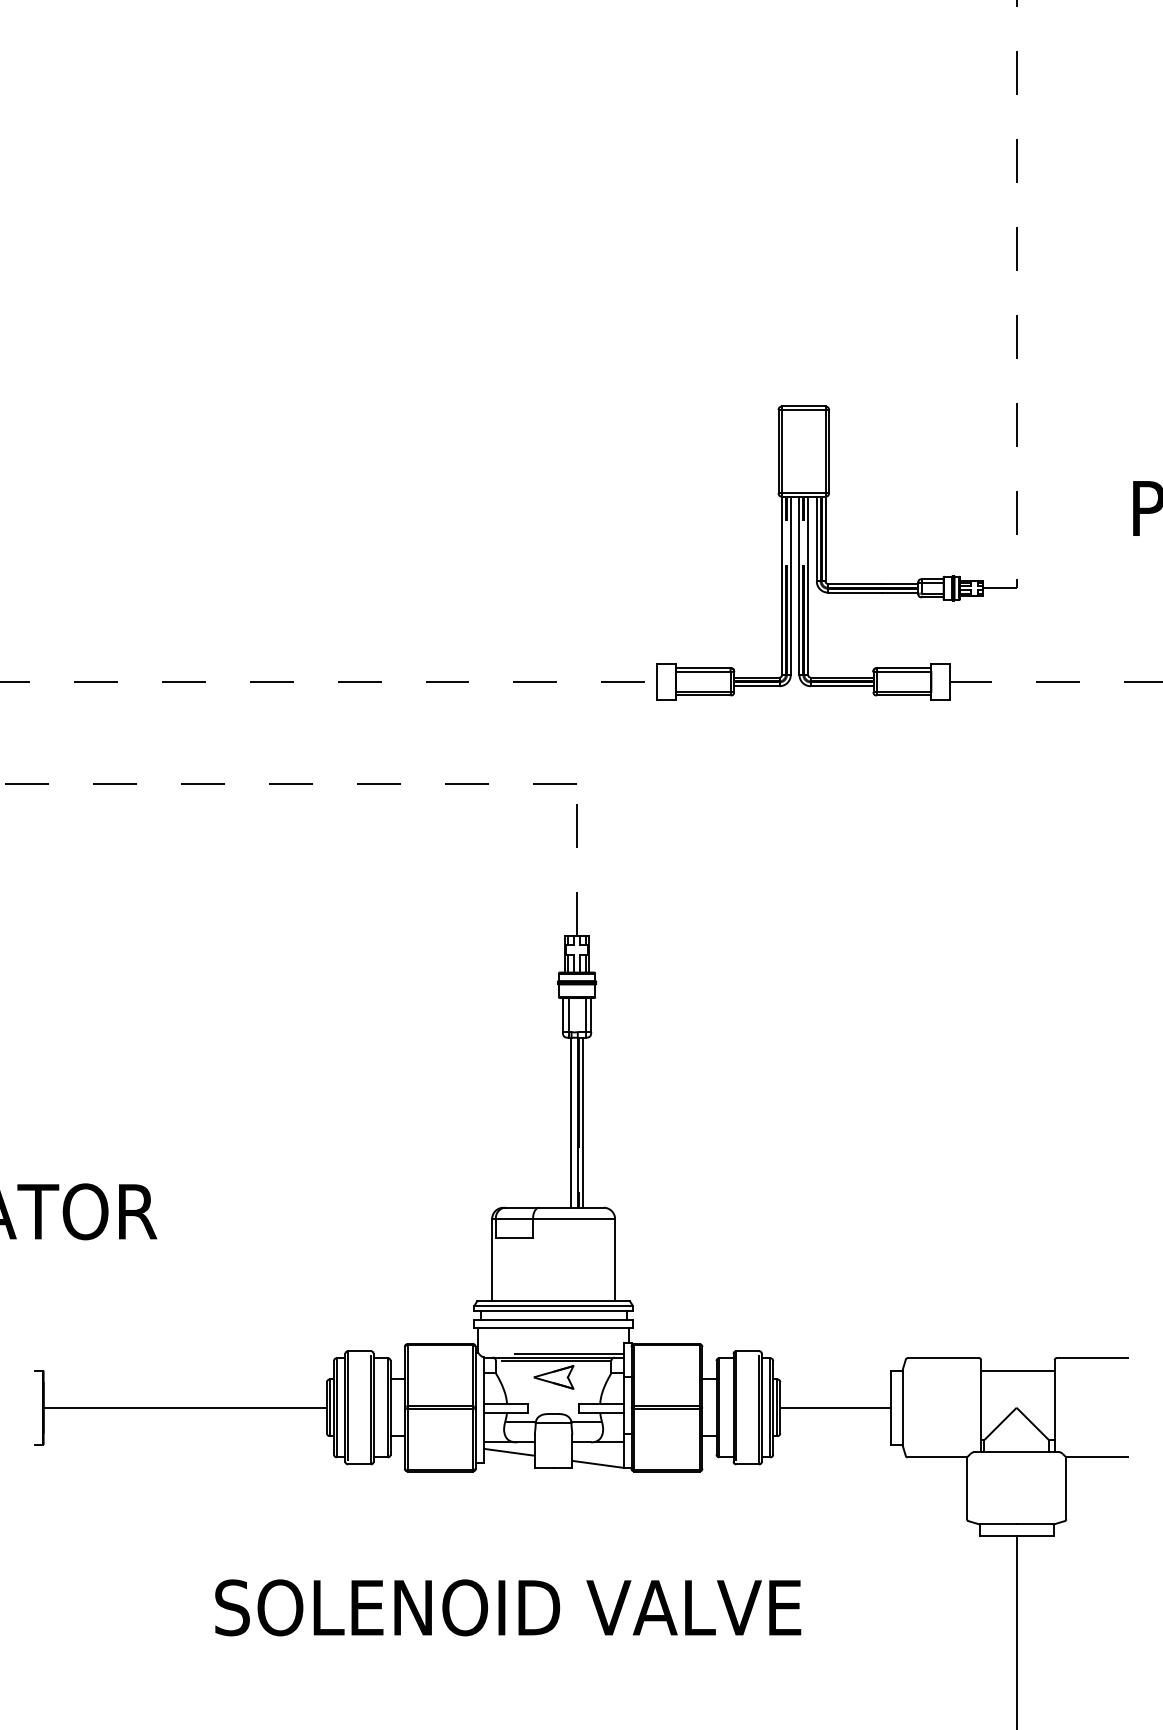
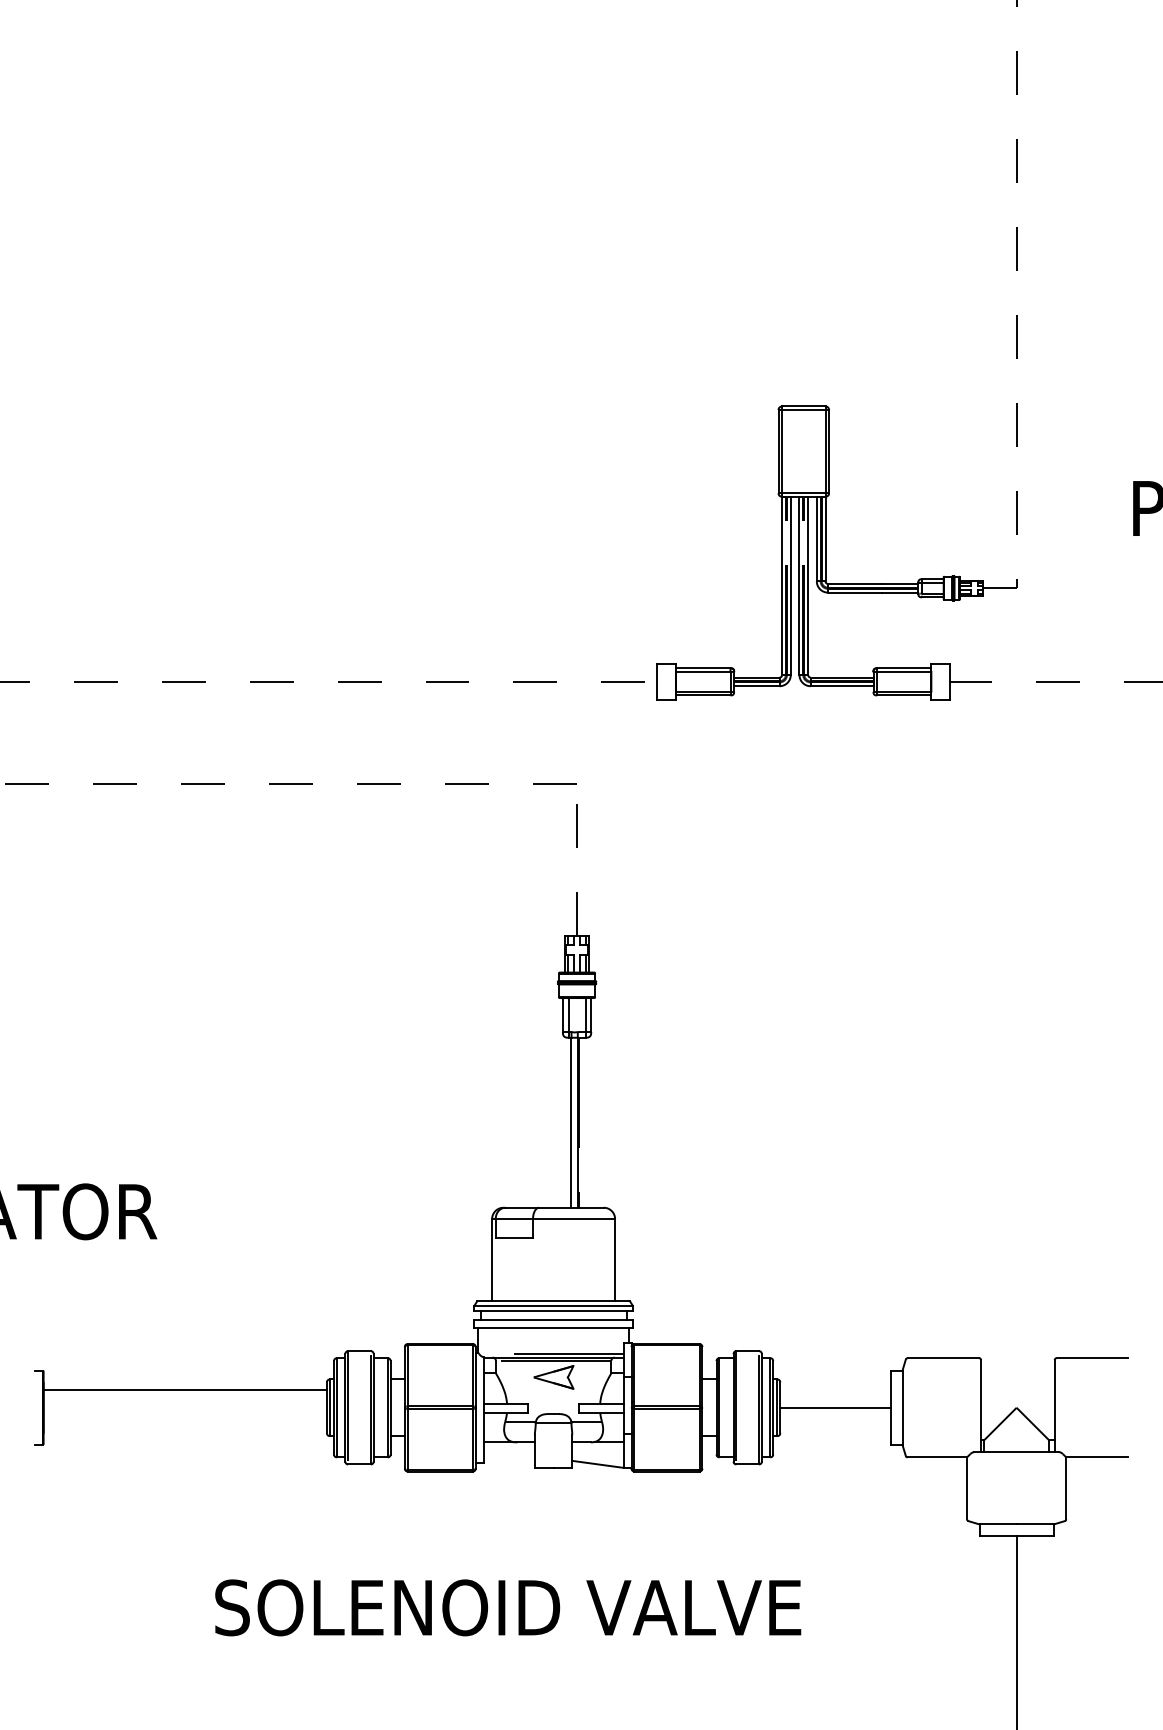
line at (582, 1122): present -> none
line at (1017, 1371): present -> none
line at (184, 1407) position: (184, 1407) -> (184, 1389)
line at (509, 1451): present -> none
